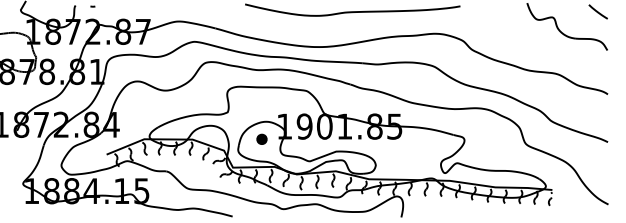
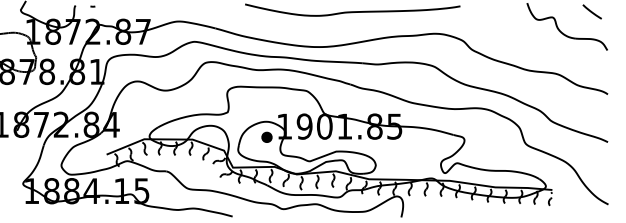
line at (597, 11) position: (597, 11) -> (591, 11)
part at (261, 138) position: (261, 138) -> (266, 136)
